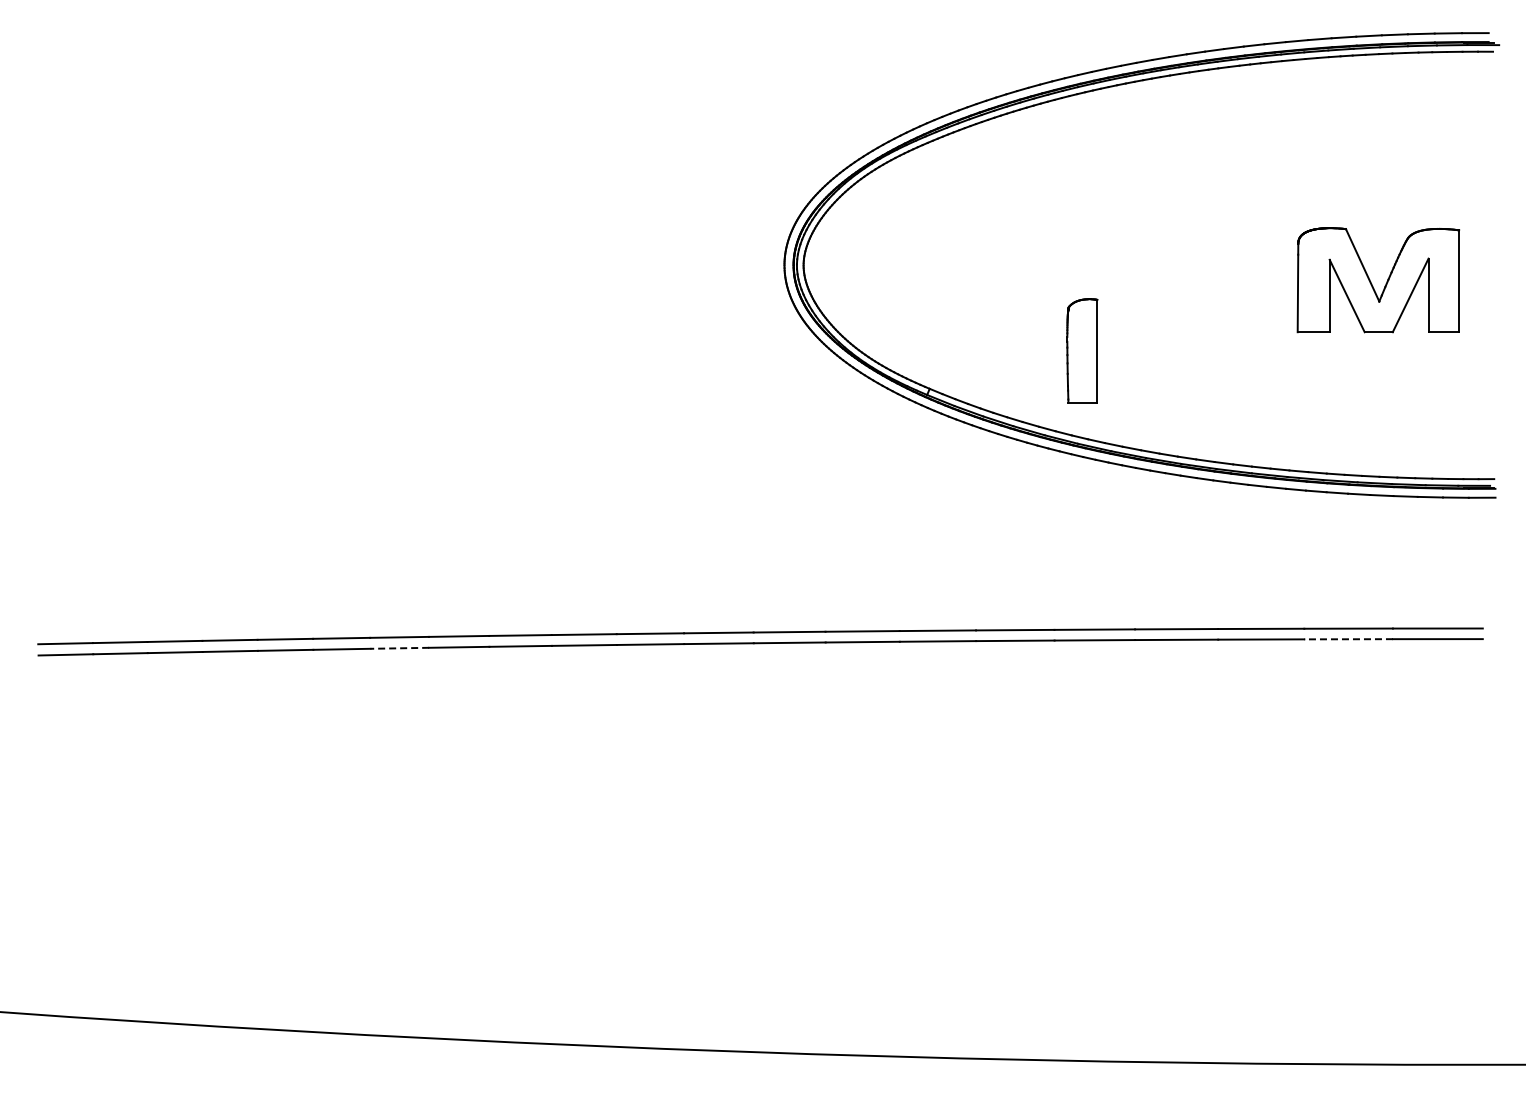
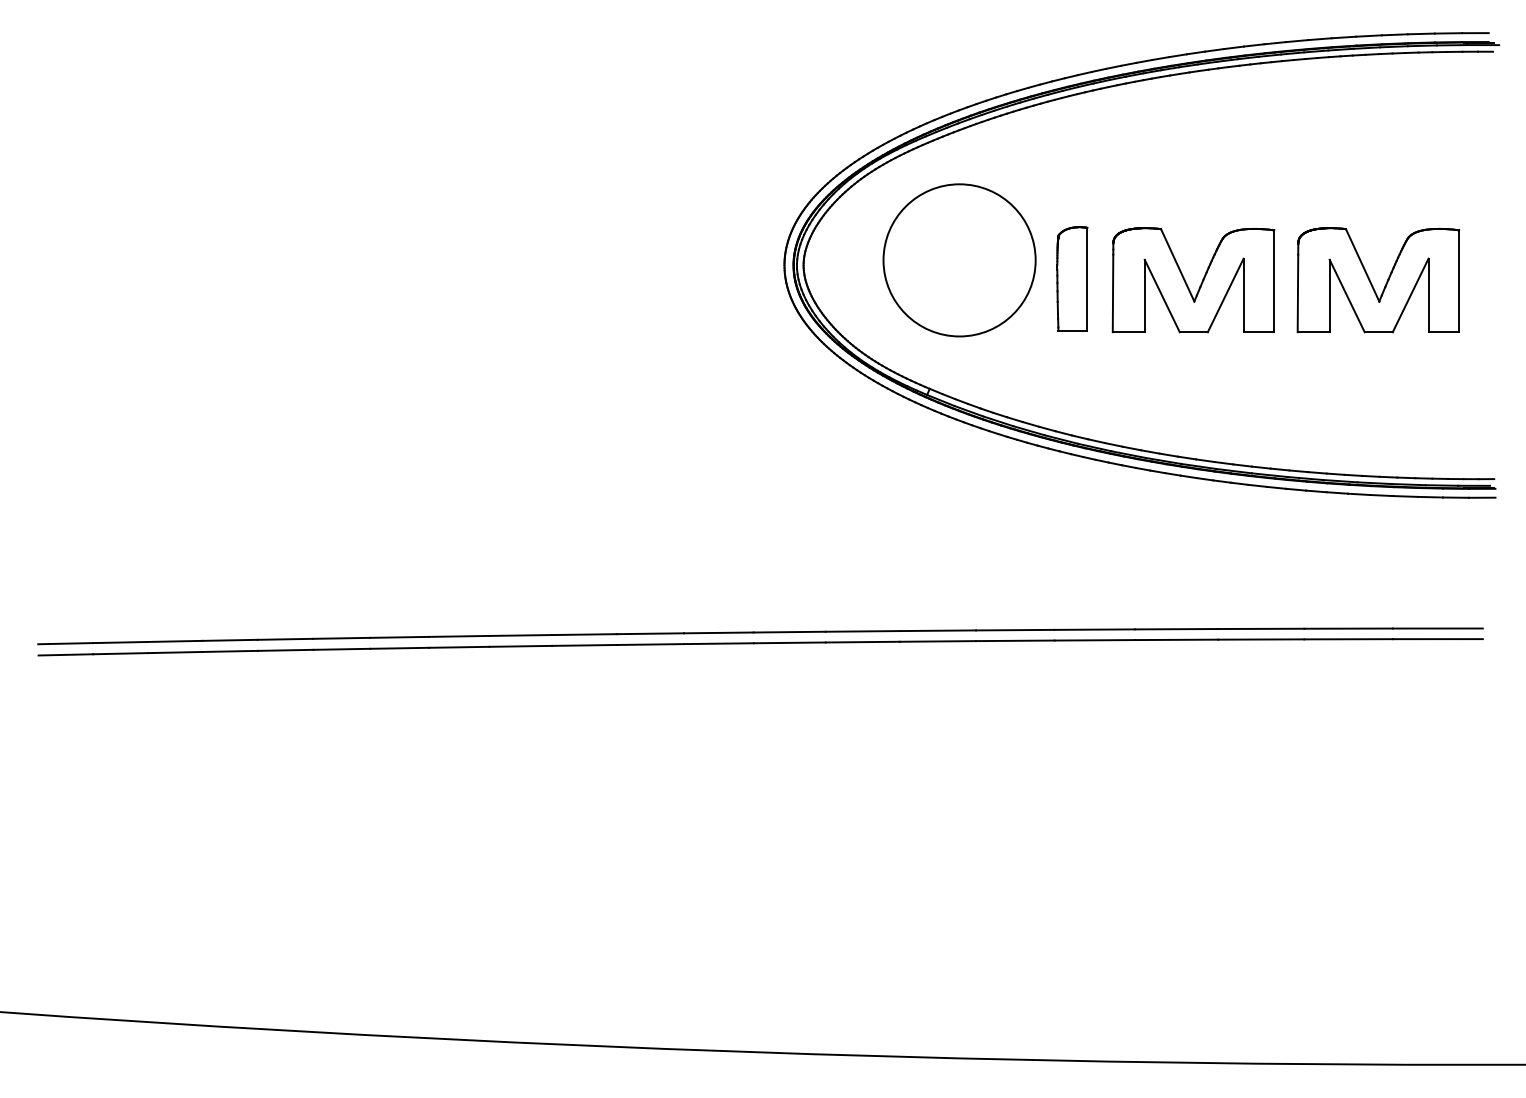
circle at (959, 260): none -> present
part at (1187, 283): none -> present
part at (1082, 350) position: (1082, 350) -> (1072, 278)
line at (1348, 639): dashed -> solid
line at (399, 648): dashed -> solid
